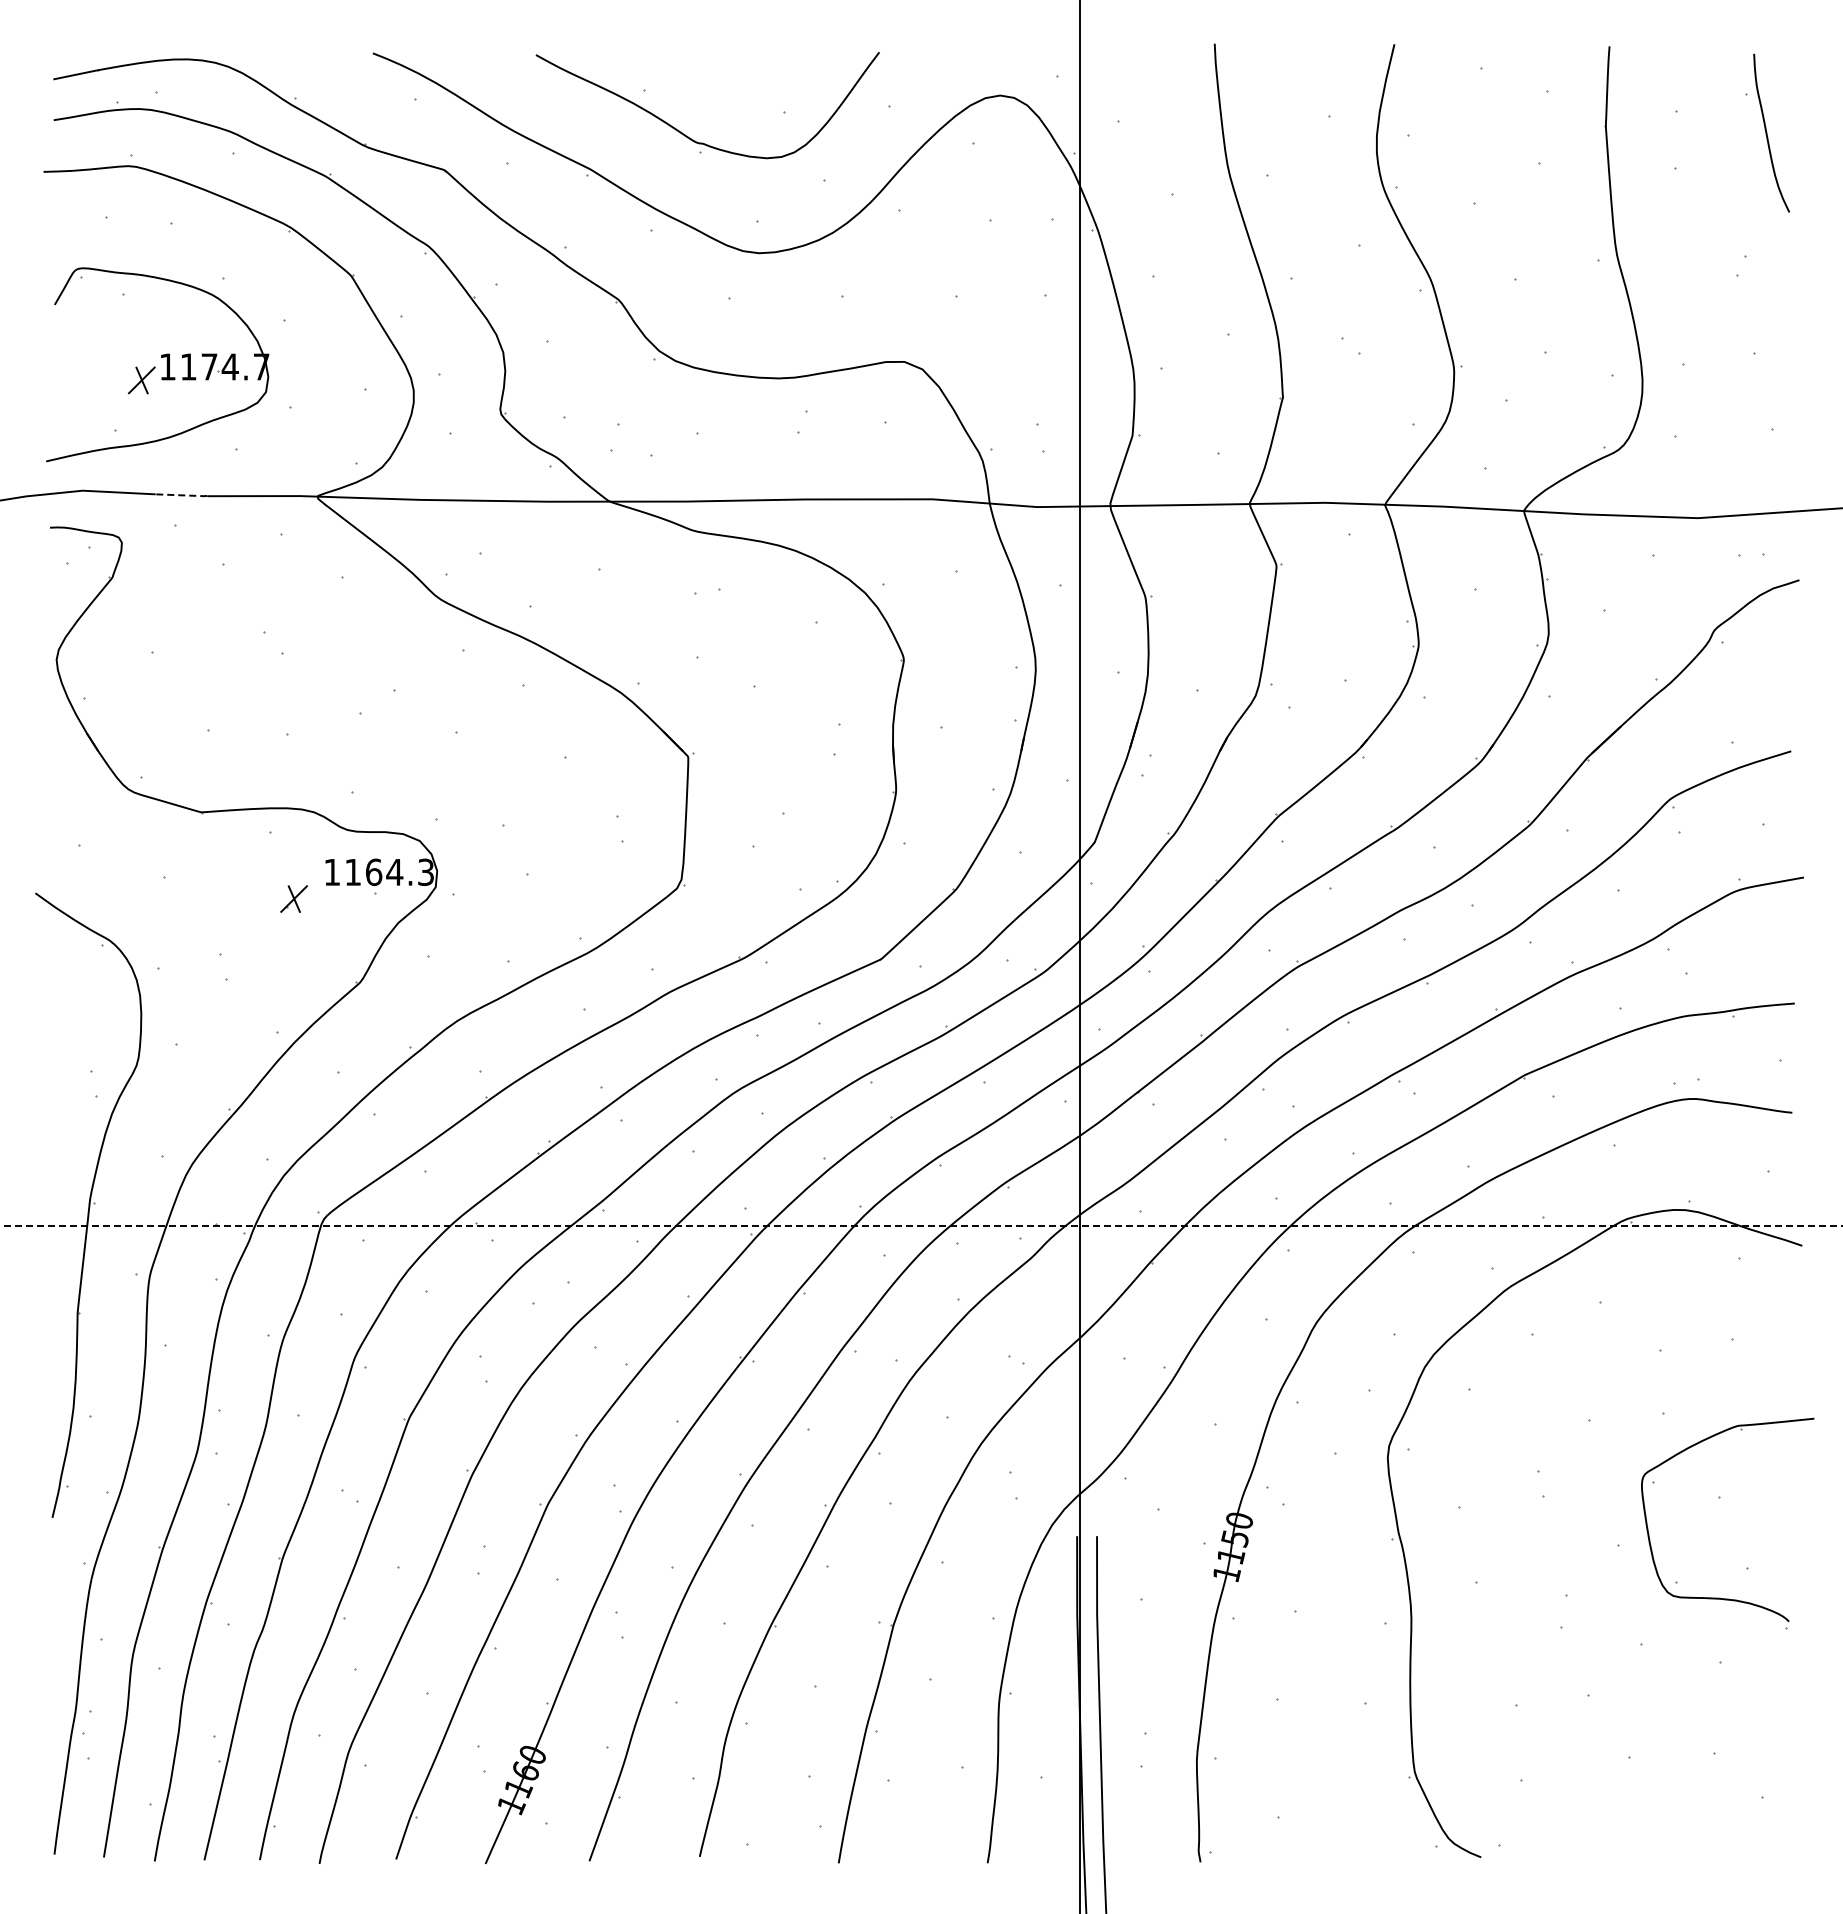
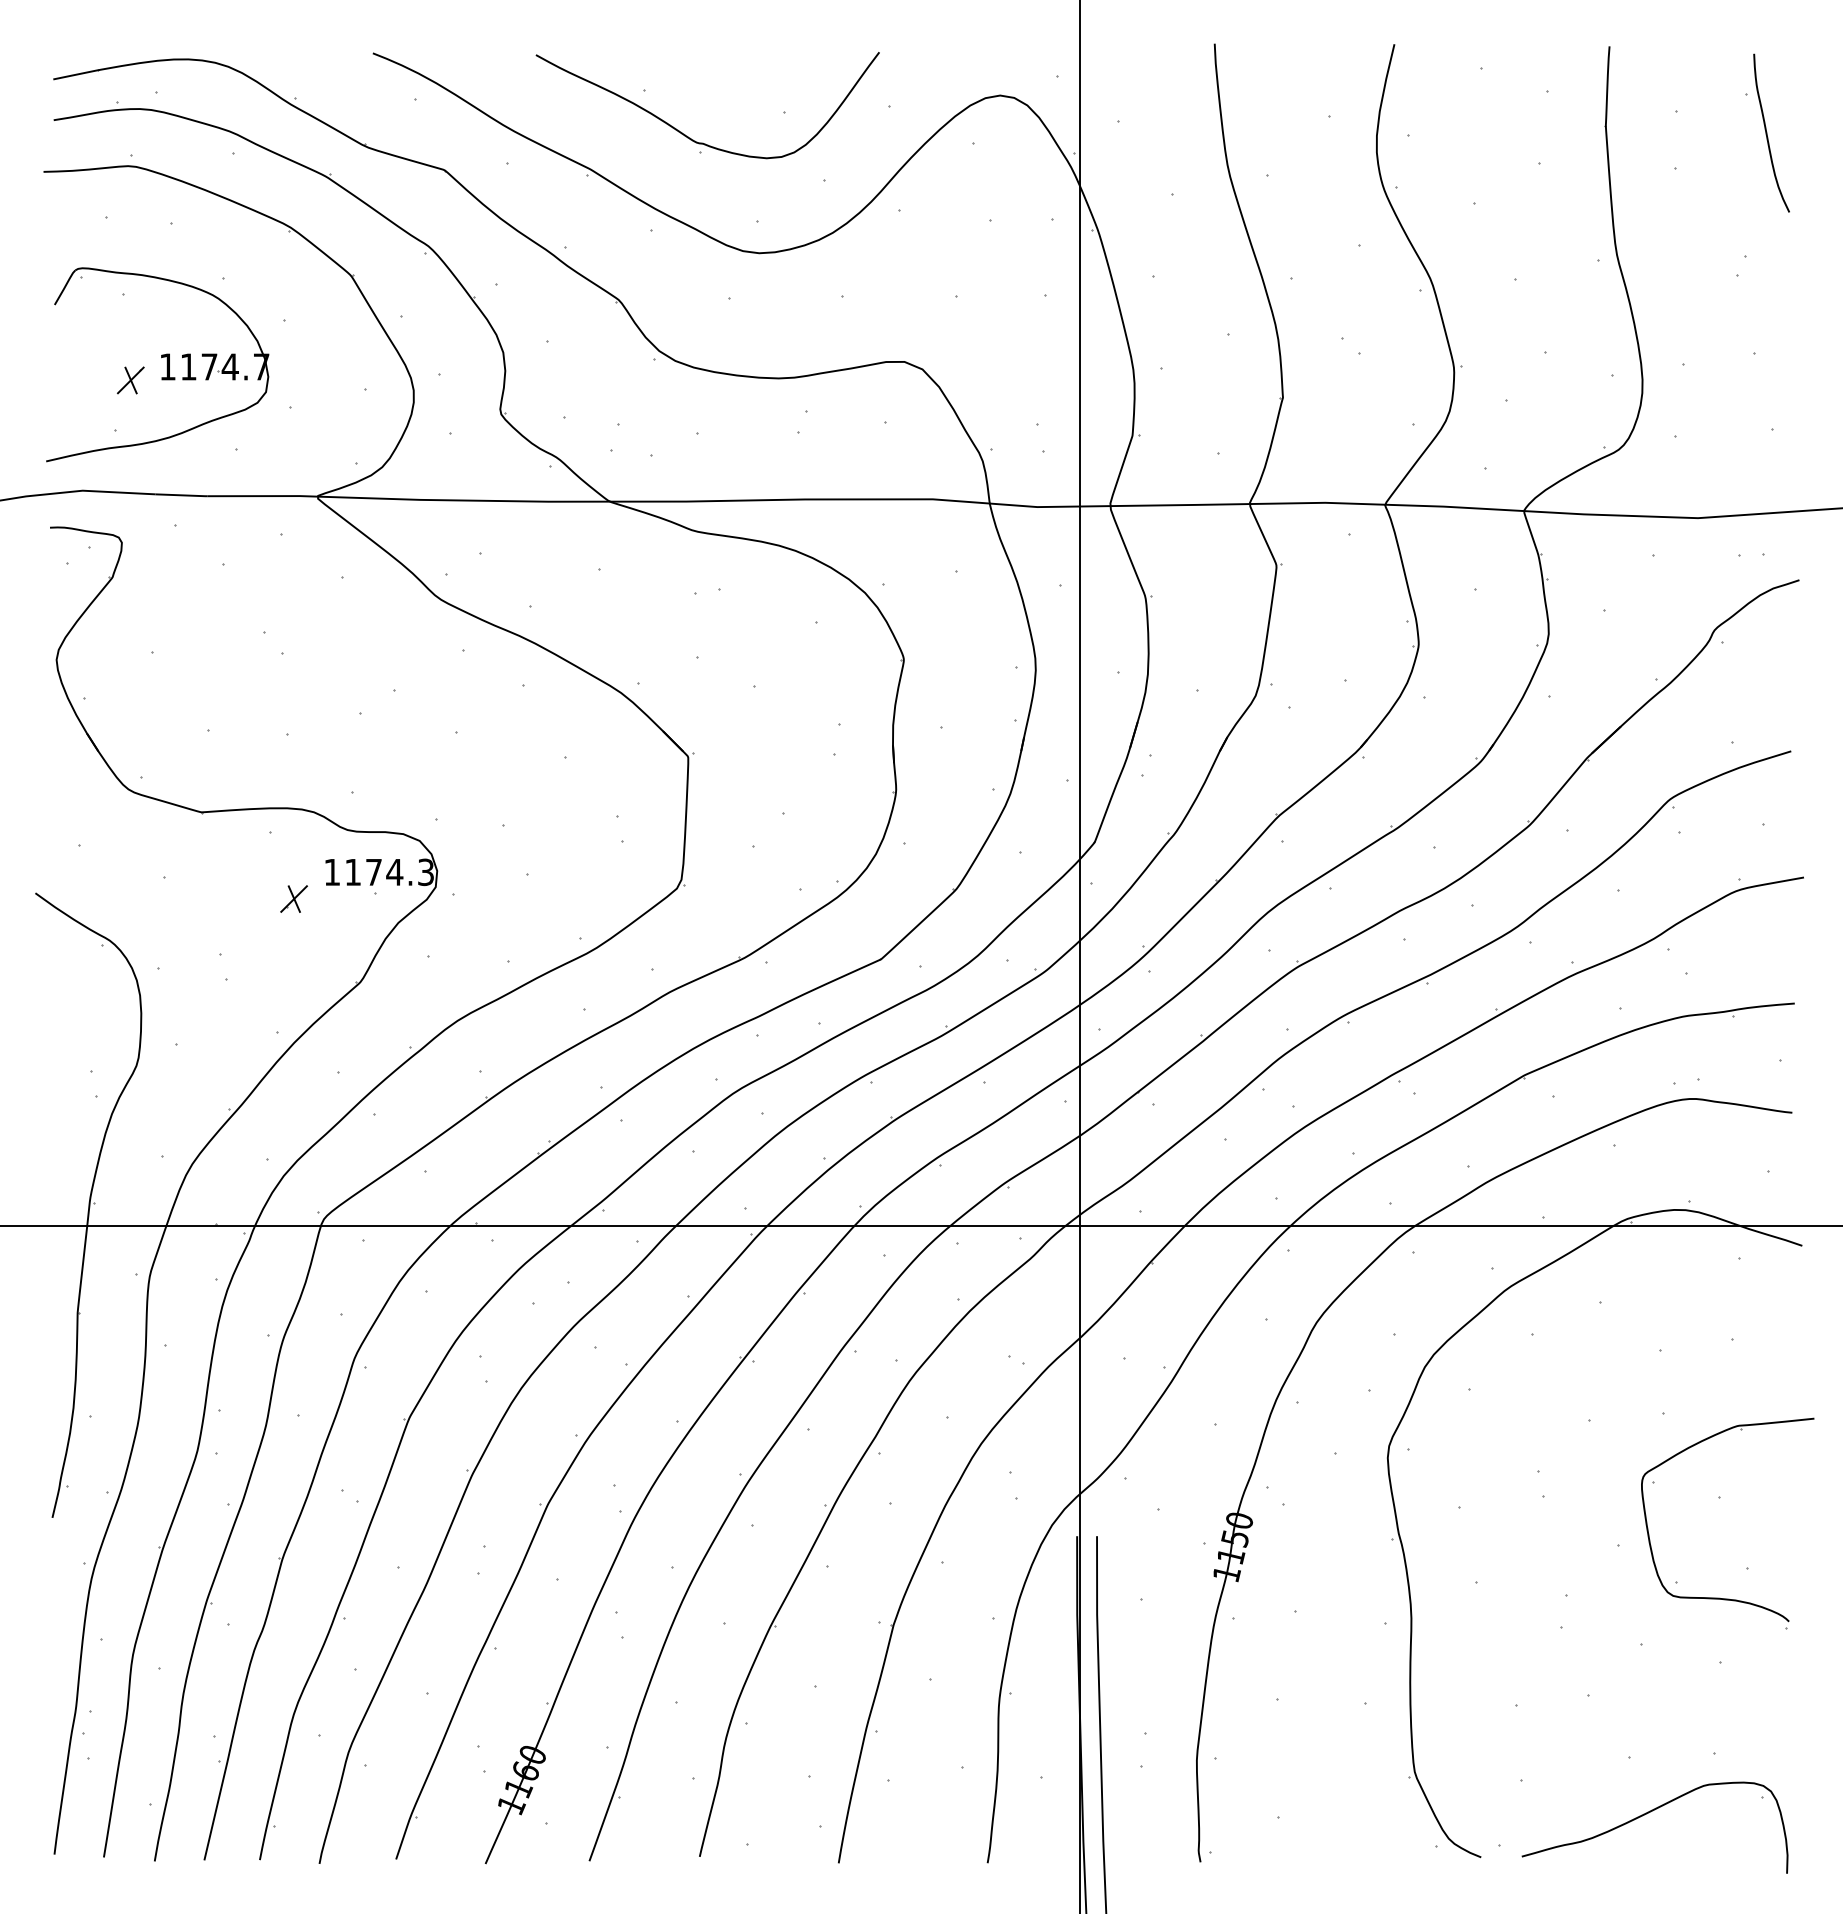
part at (141, 380) position: (141, 380) -> (130, 380)
line at (181, 495): dashed -> solid
text at (374, 872): 1164.3 -> 1174.3
line at (921, 1226): dashed -> solid
curve at (1648, 1813): none -> present
